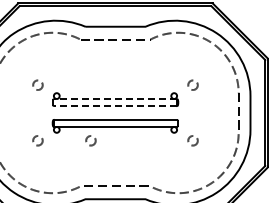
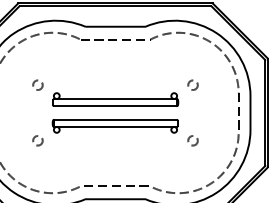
line at (115, 99): dashed -> solid
line at (115, 105): dashed -> solid
circle at (90, 140): present -> none
